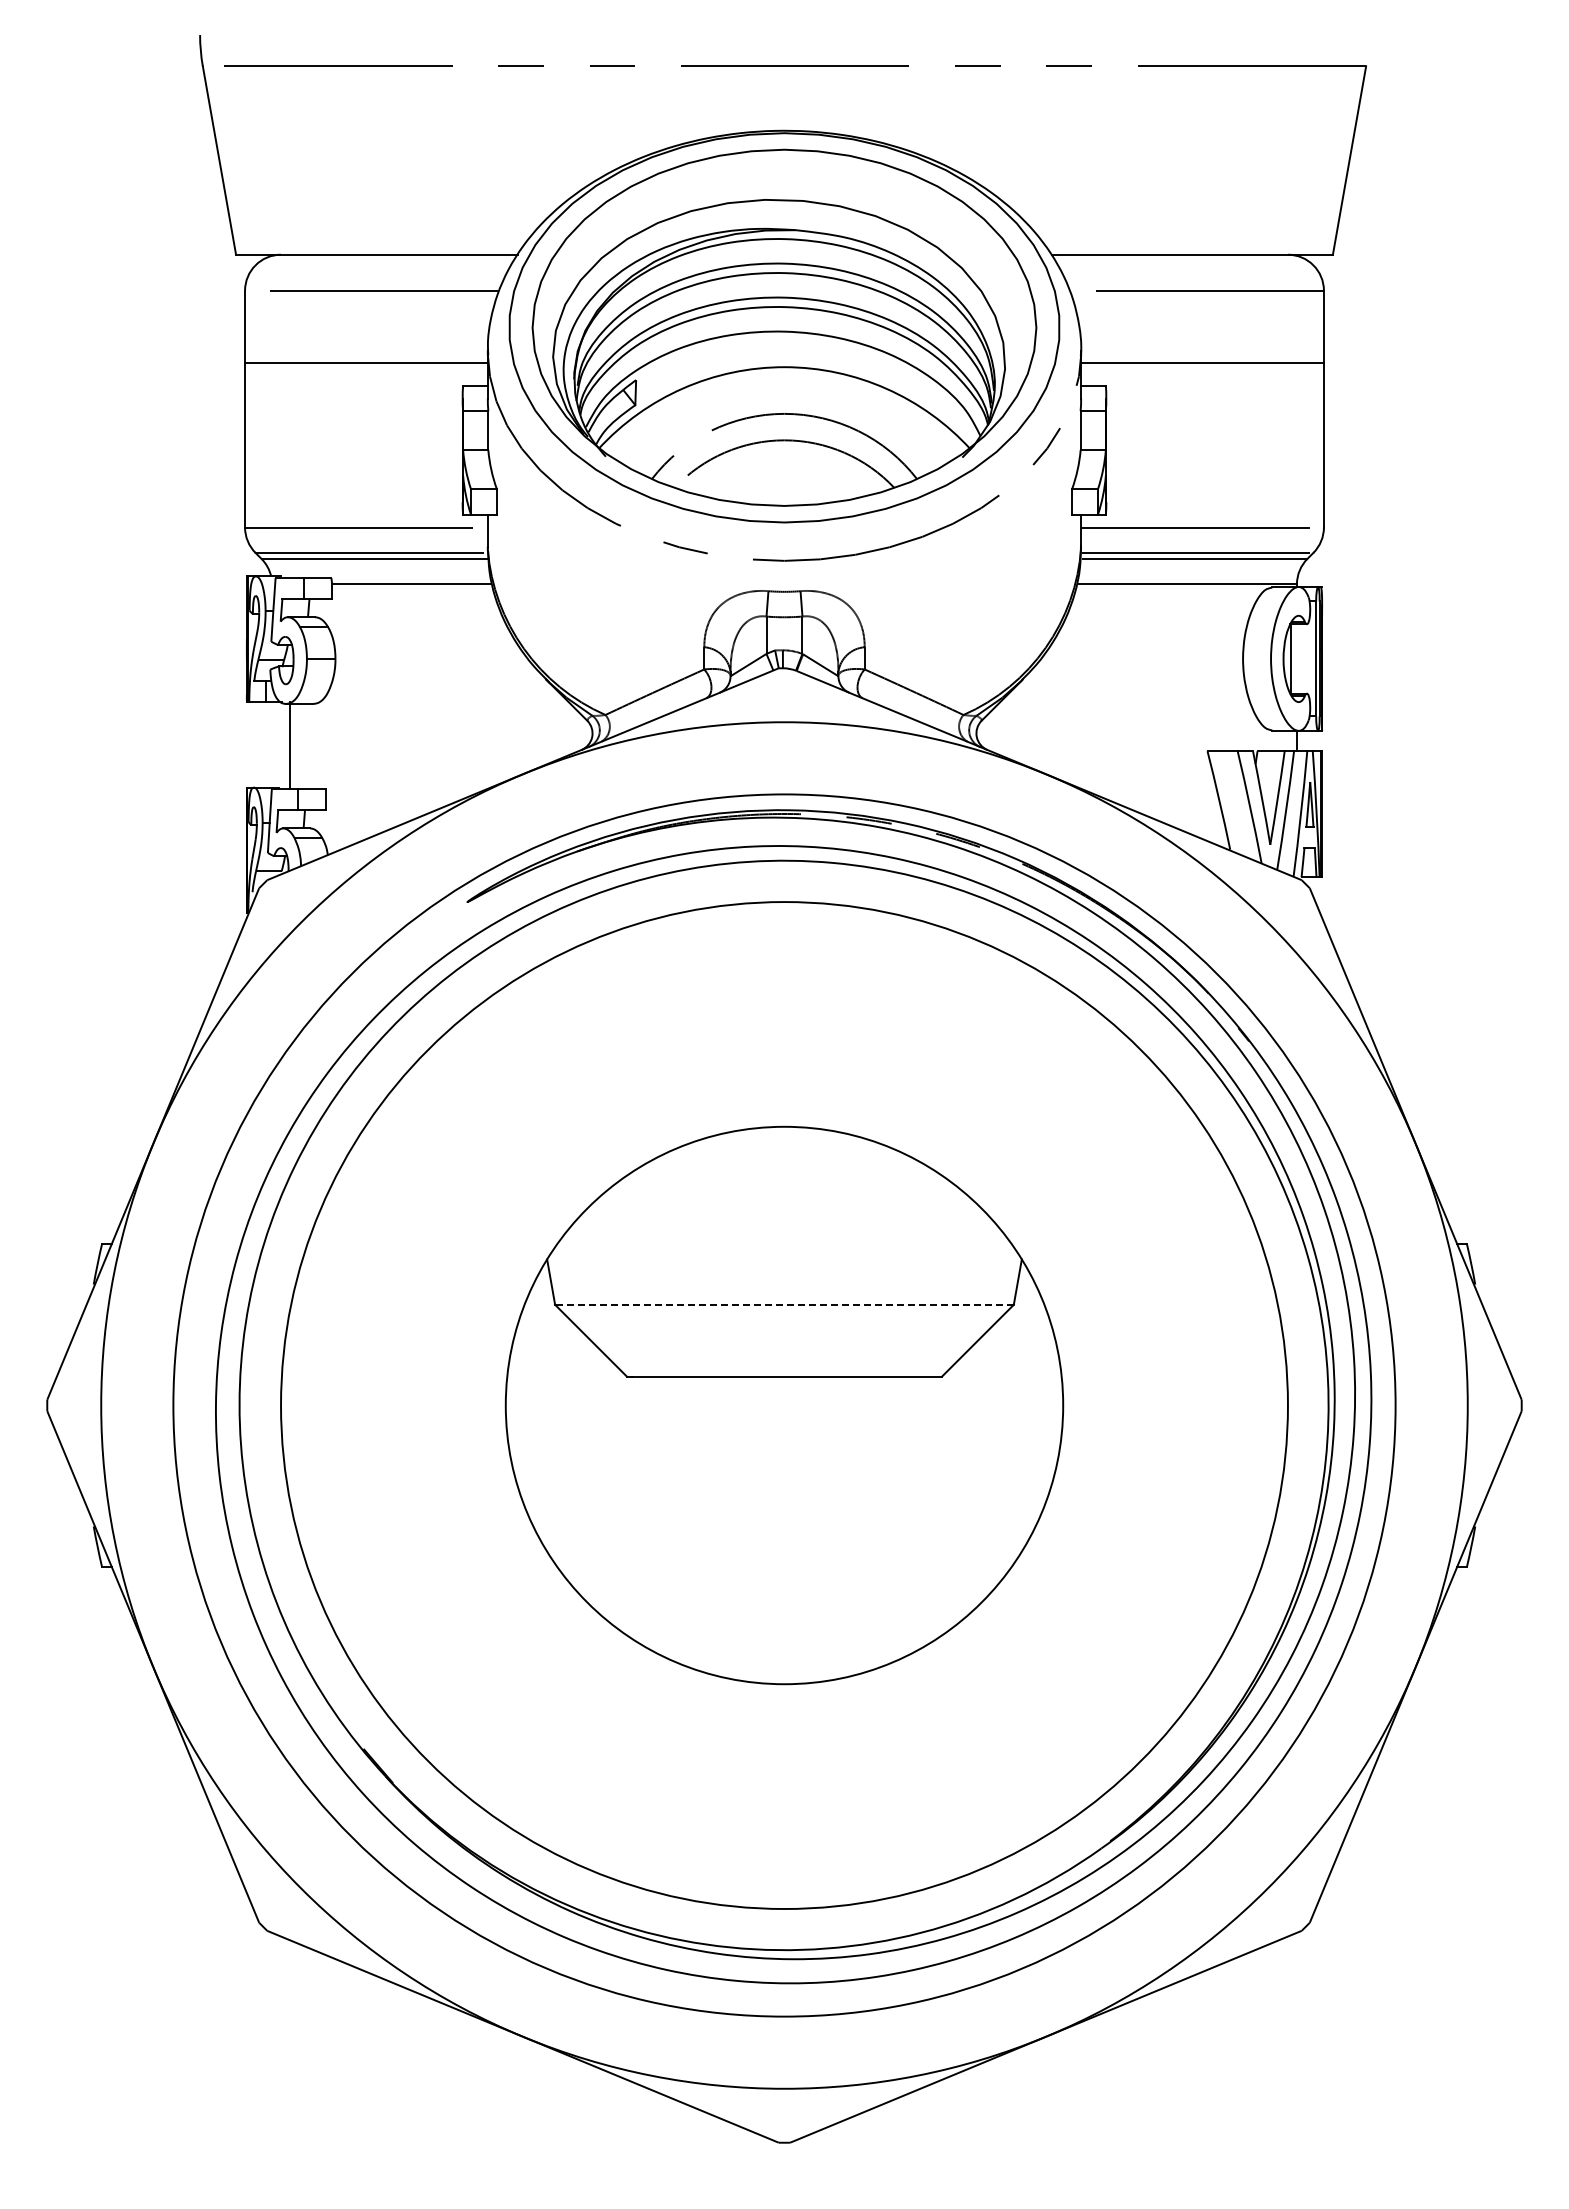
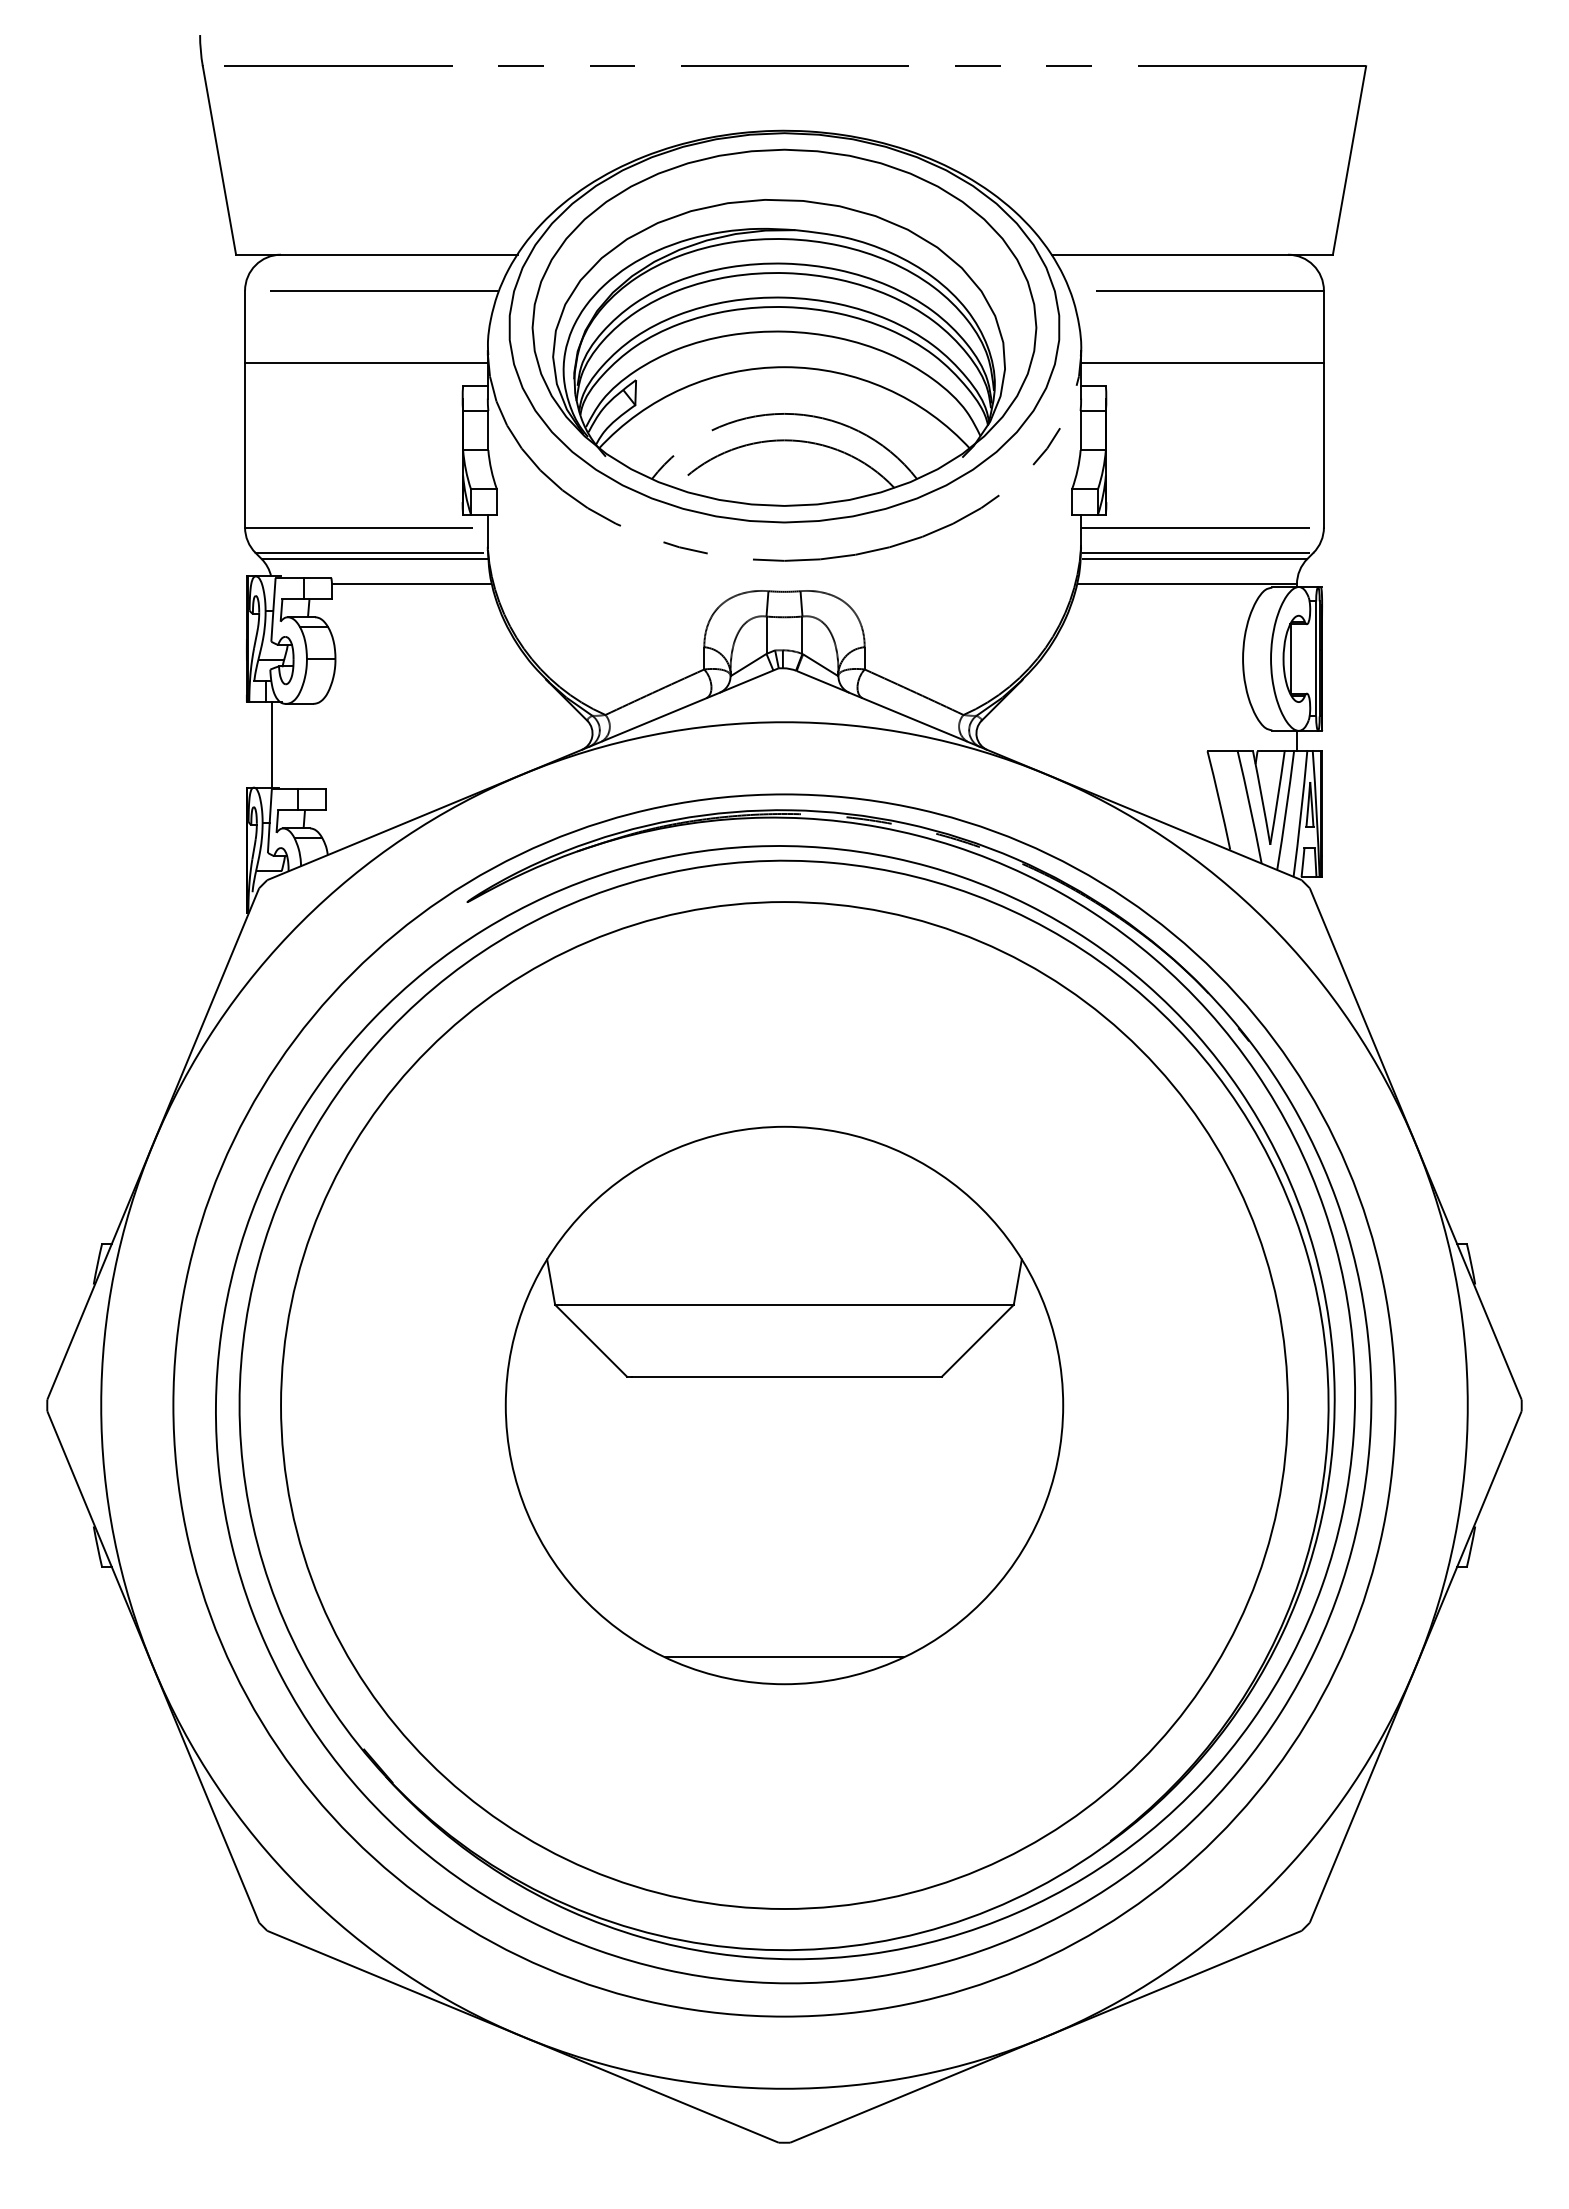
line at (290, 744) position: (290, 744) -> (272, 744)
line at (787, 1304): dashed -> solid
line at (784, 1657): none -> present
